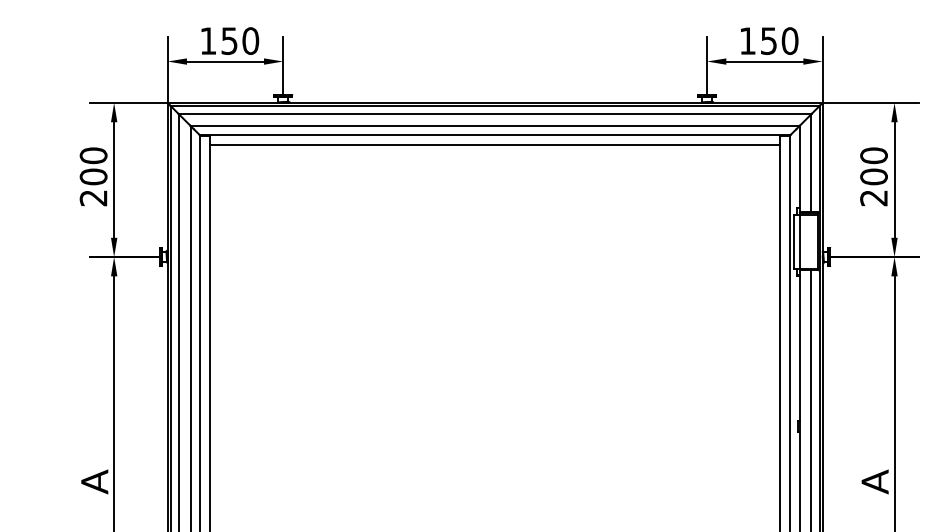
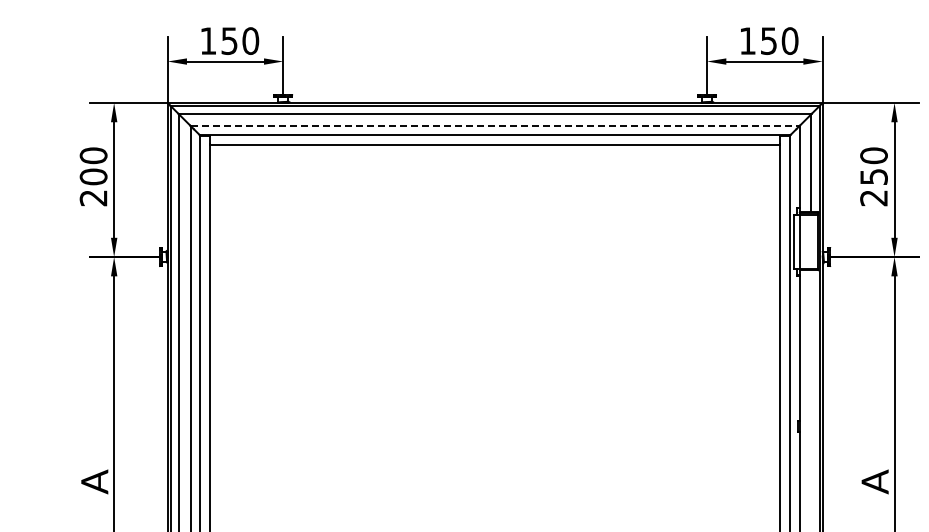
line at (495, 126): solid -> dashed
text at (873, 176): 200 -> 250
line at (811, 399): present -> none
